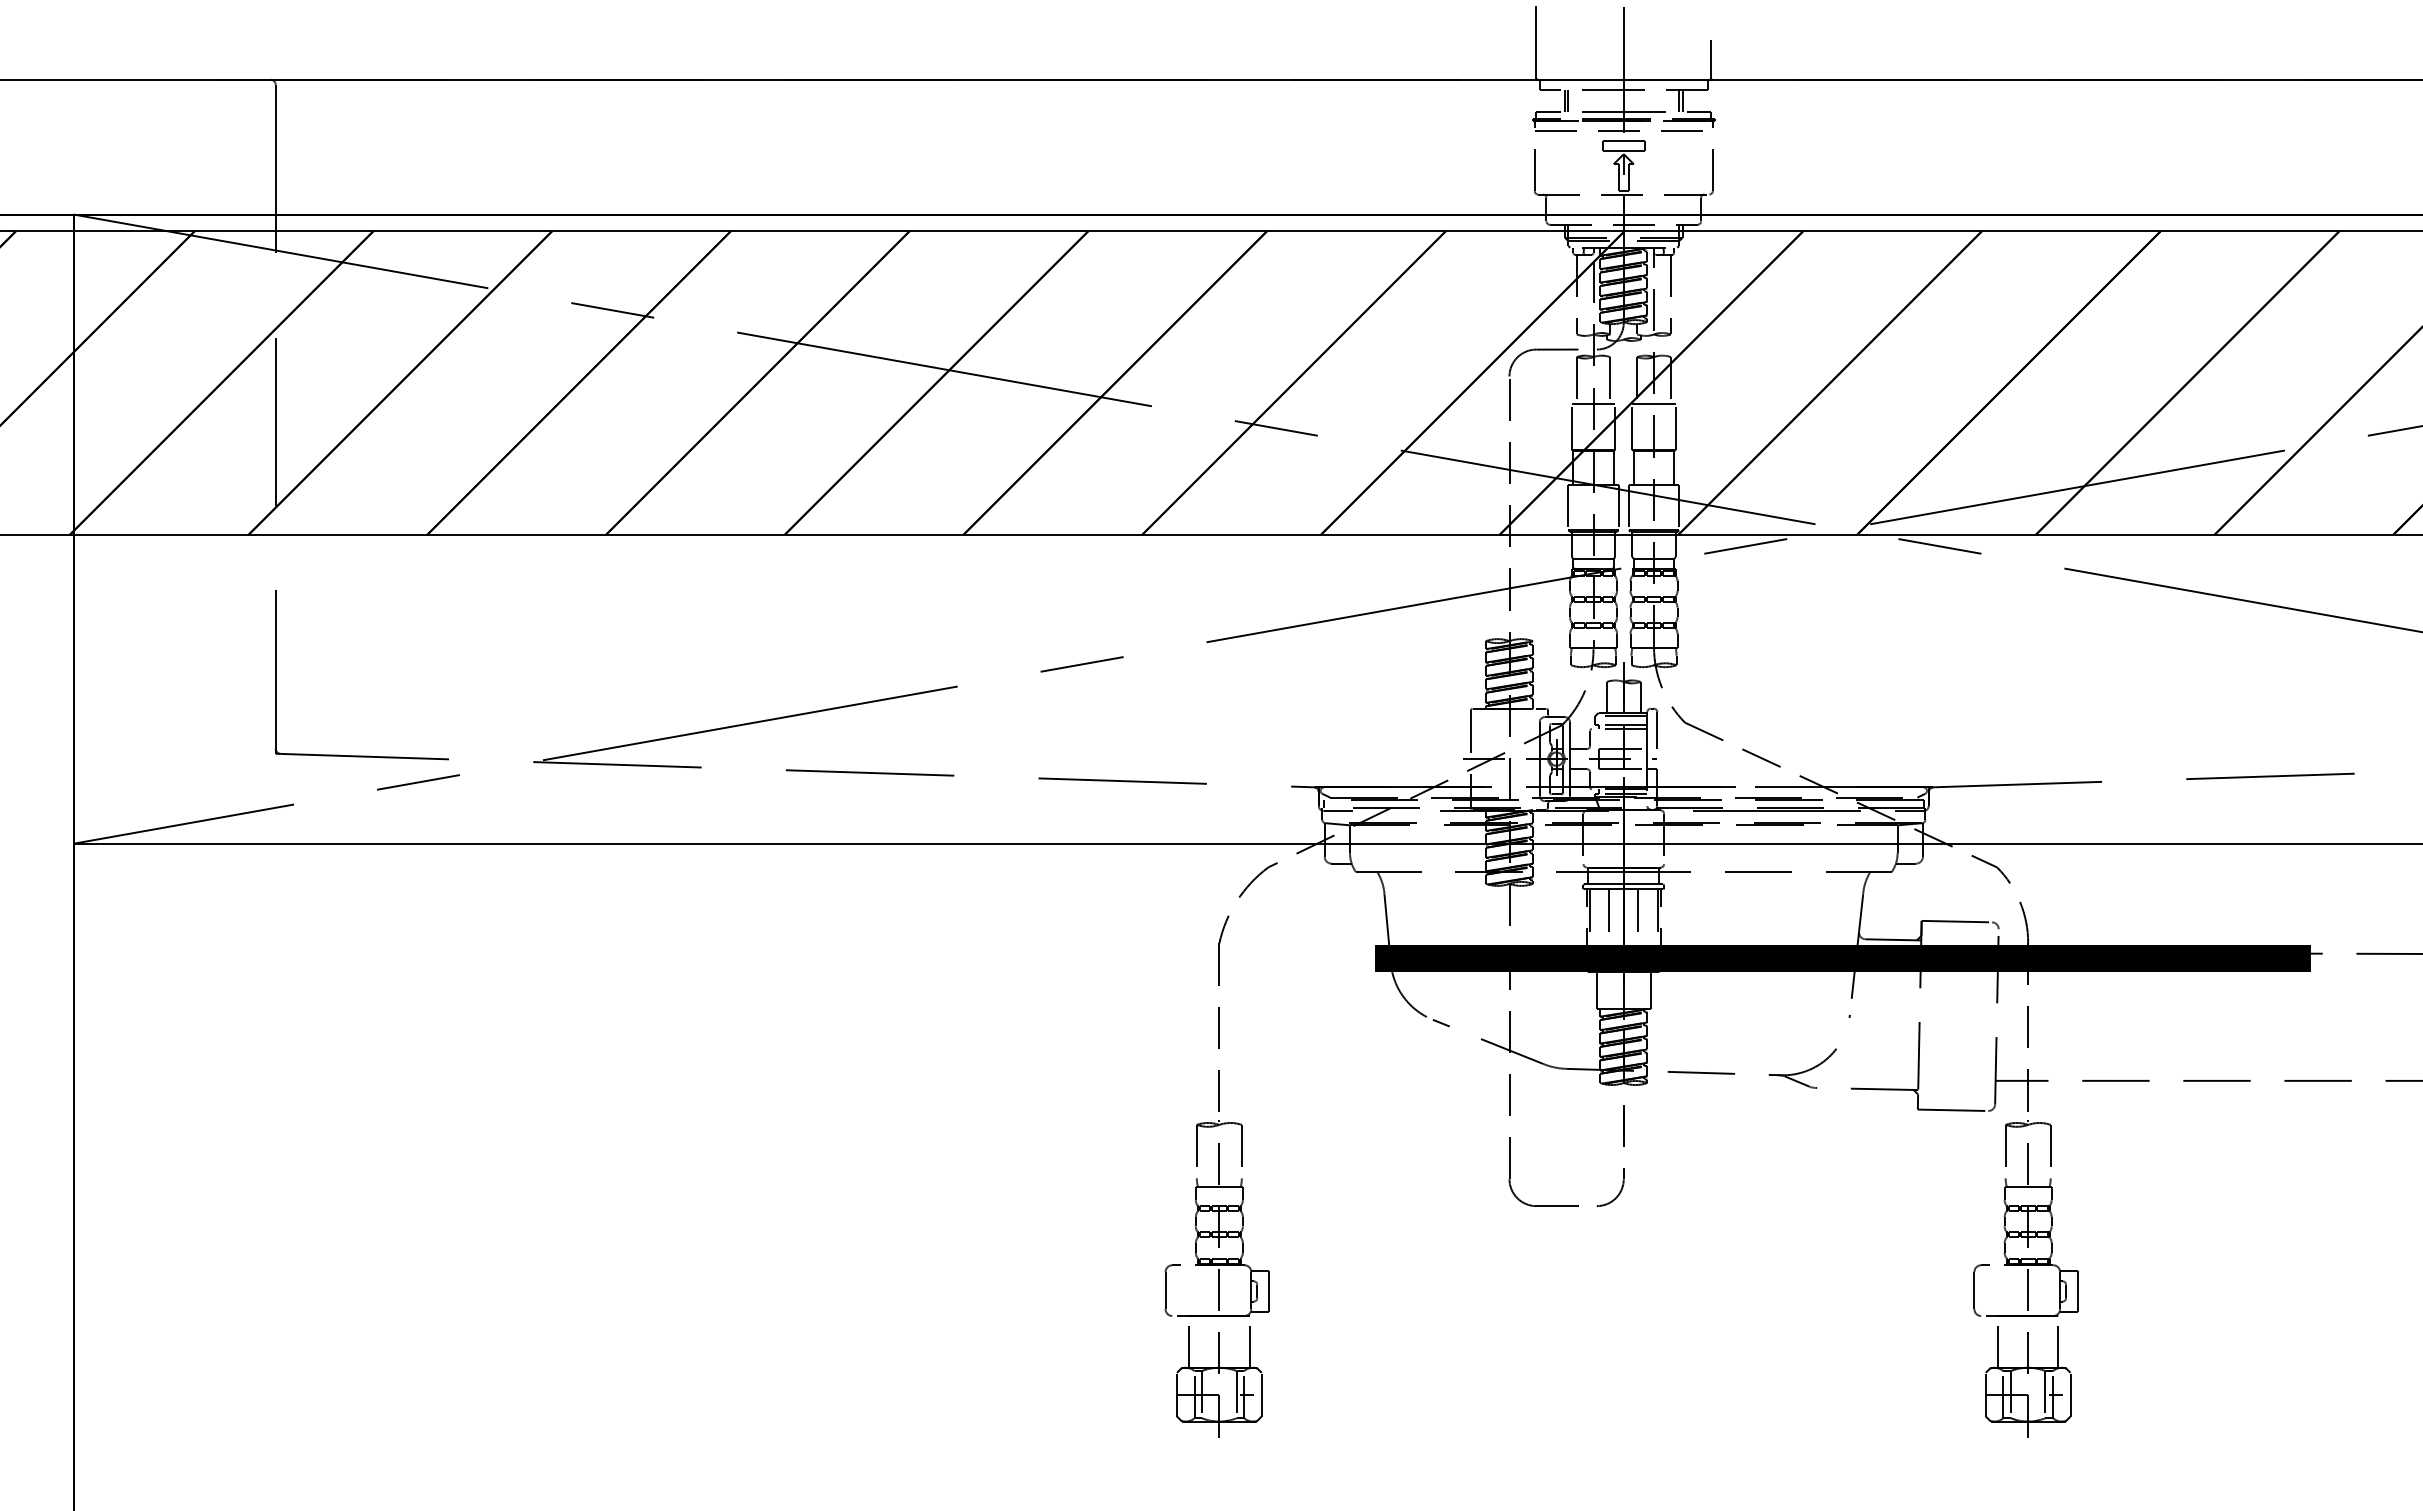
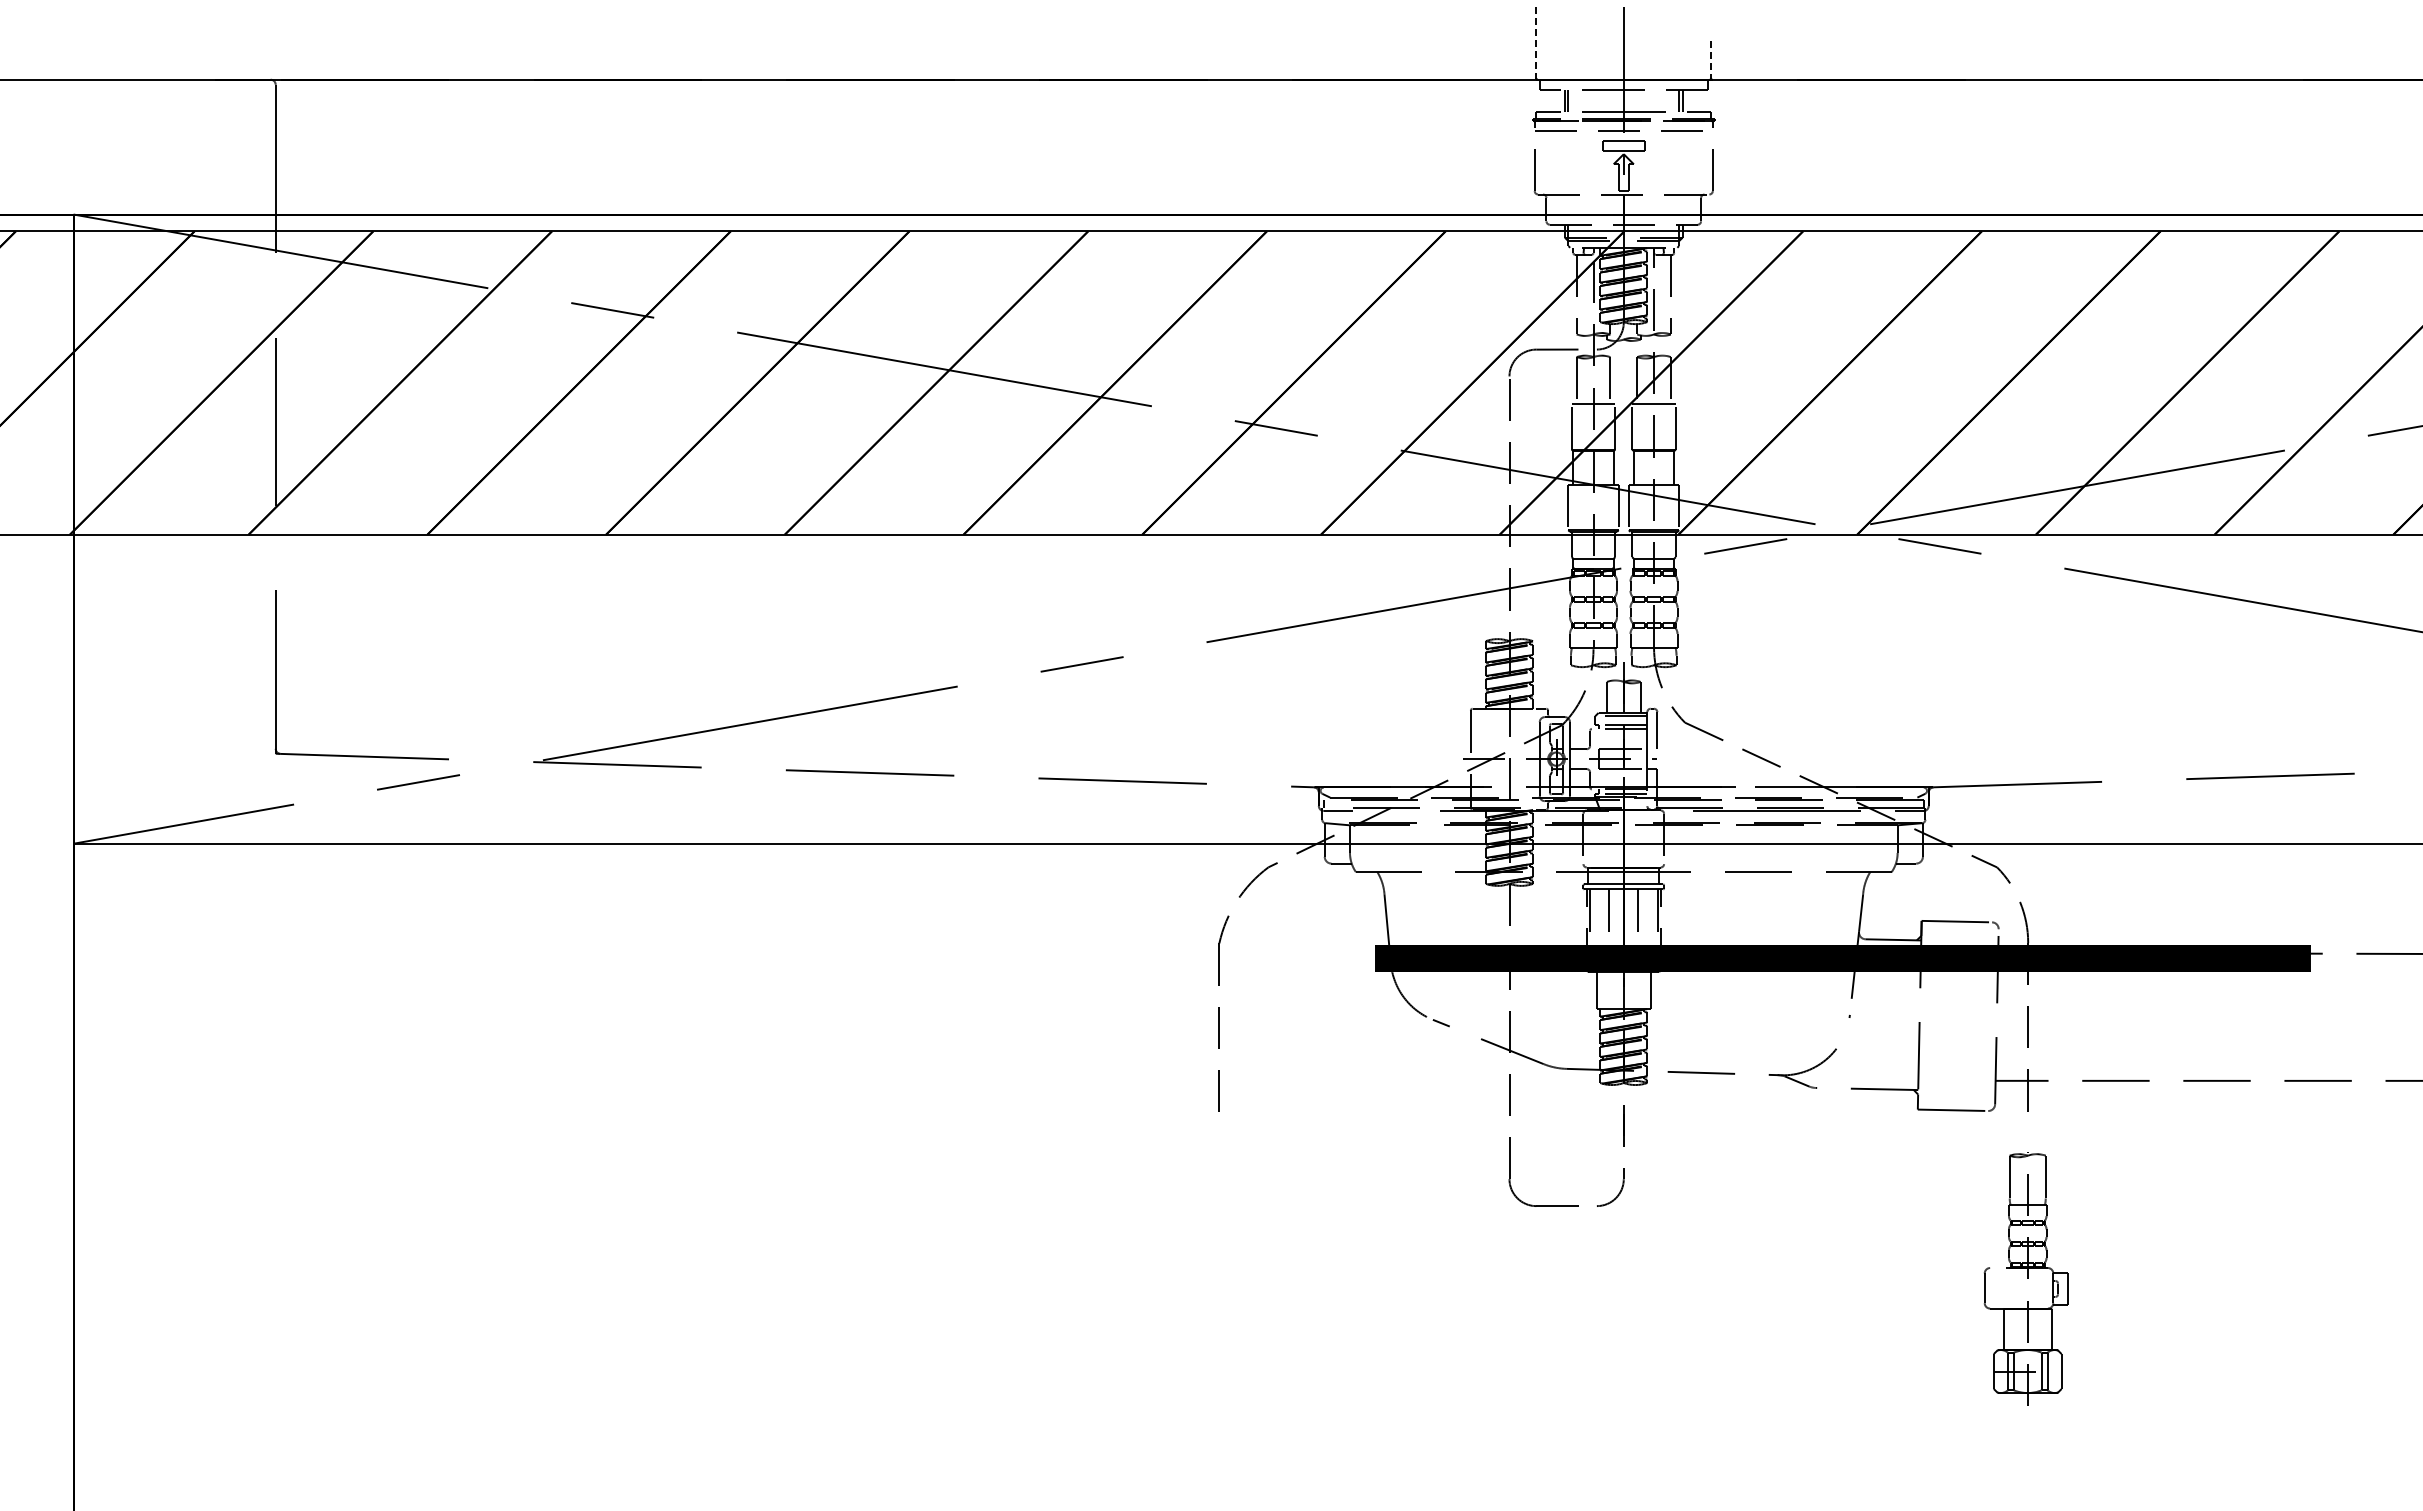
line at (1536, 42): solid -> dashed
line at (1711, 59): solid -> dashed
part at (1216, 1278): present -> none
part at (2025, 1278) size: 106x318 px -> 86x254 px
